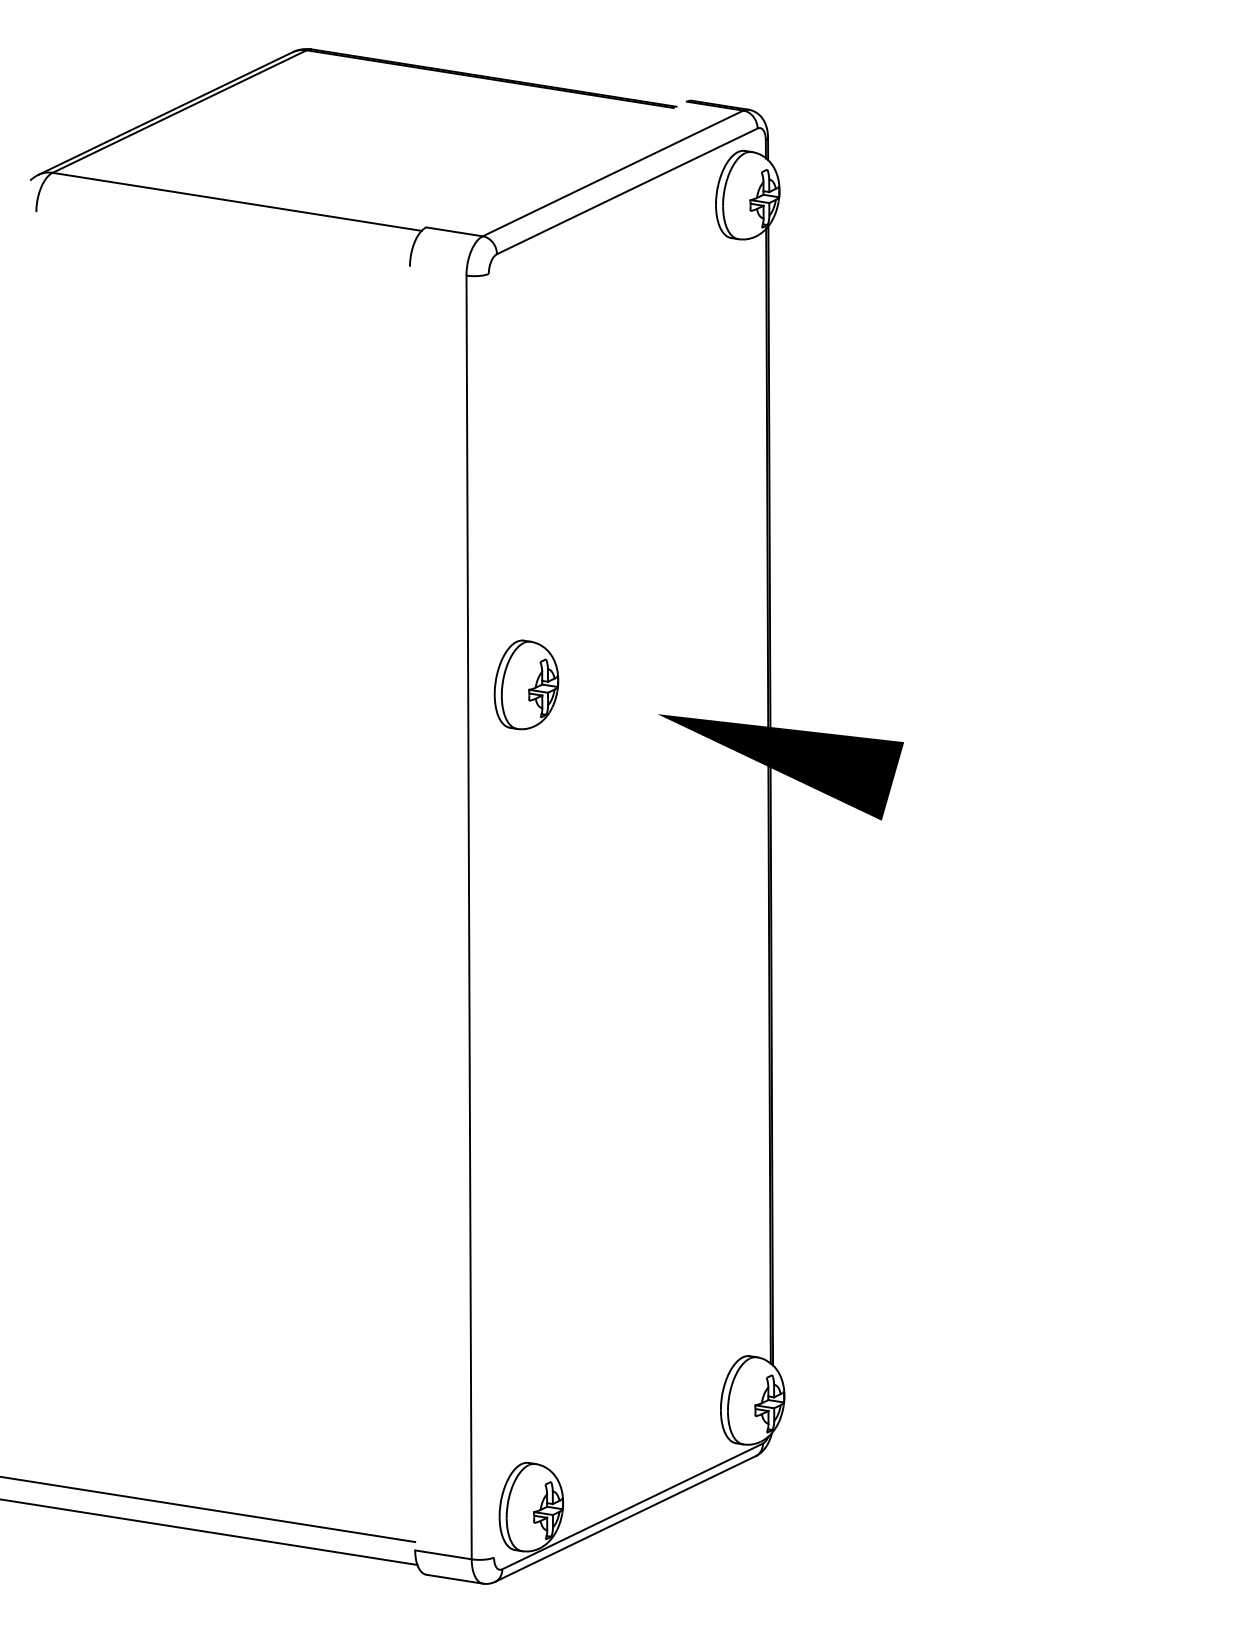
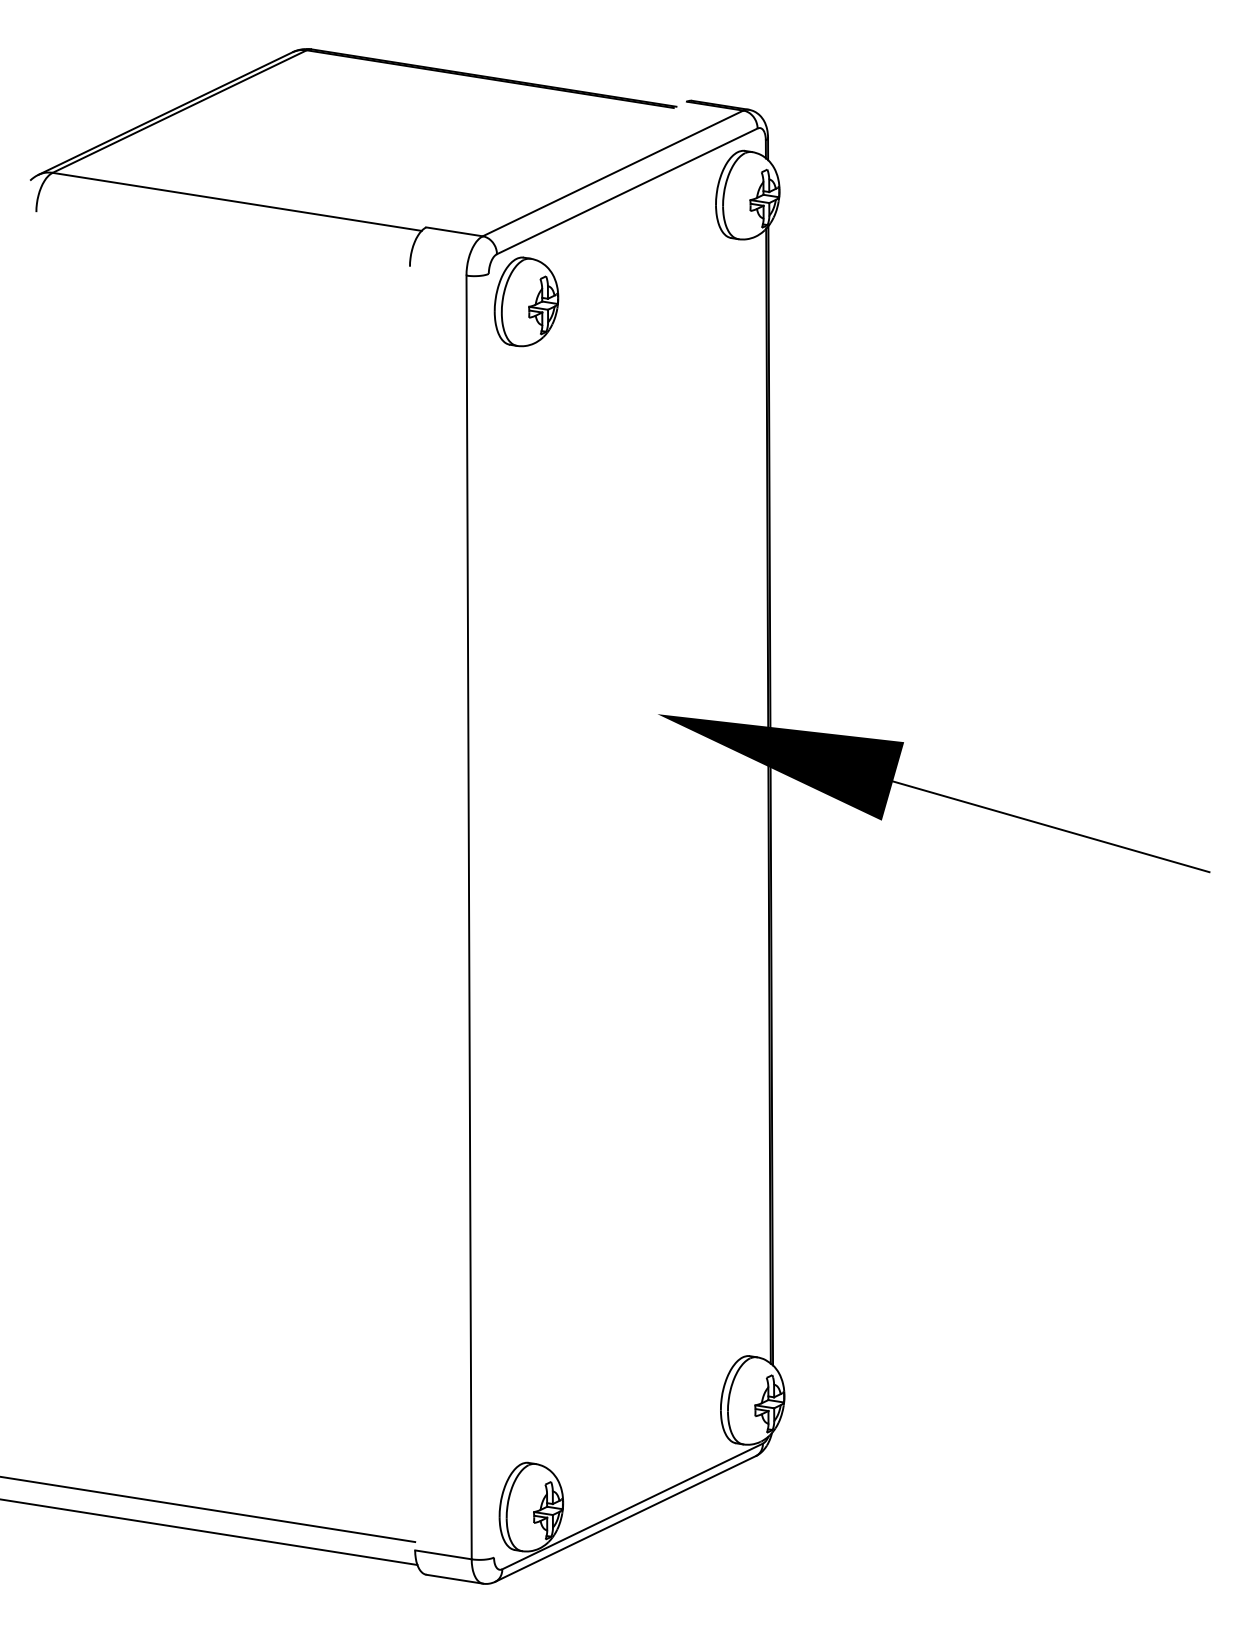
part at (526, 684) position: (526, 684) -> (526, 301)
line at (1051, 826): none -> present
